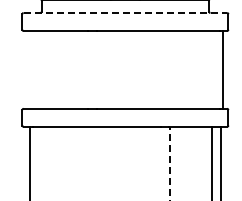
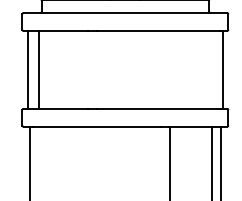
line at (125, 13): dashed -> solid
line at (27, 69): none -> present
line at (39, 69): none -> present
line at (170, 163): dashed -> solid
